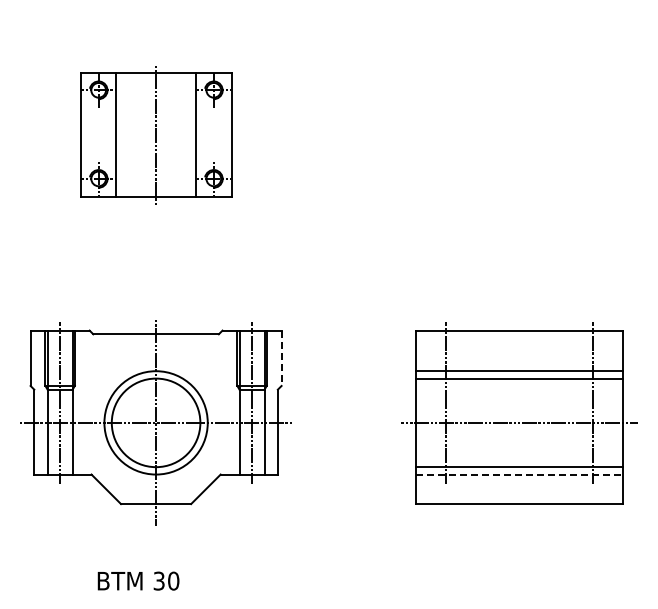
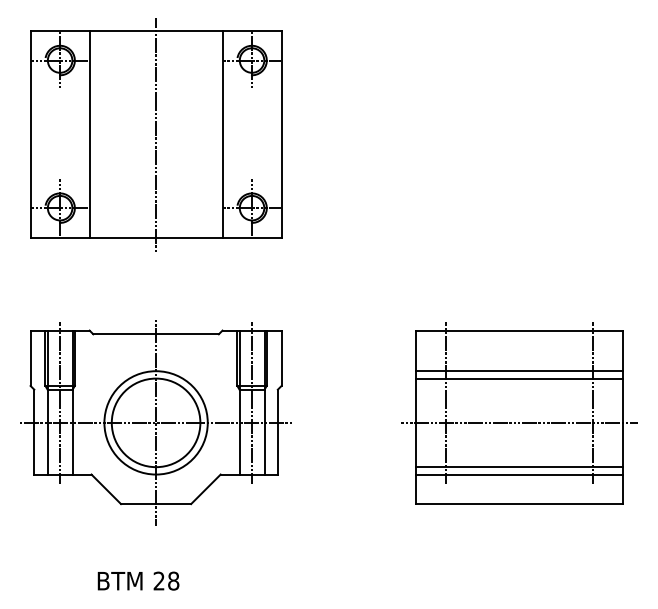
part at (156, 135) size: 153x139 px -> 253x234 px
line at (281, 358): dashed -> solid
line at (519, 474): dashed -> solid
text at (166, 581): 30 -> 28
